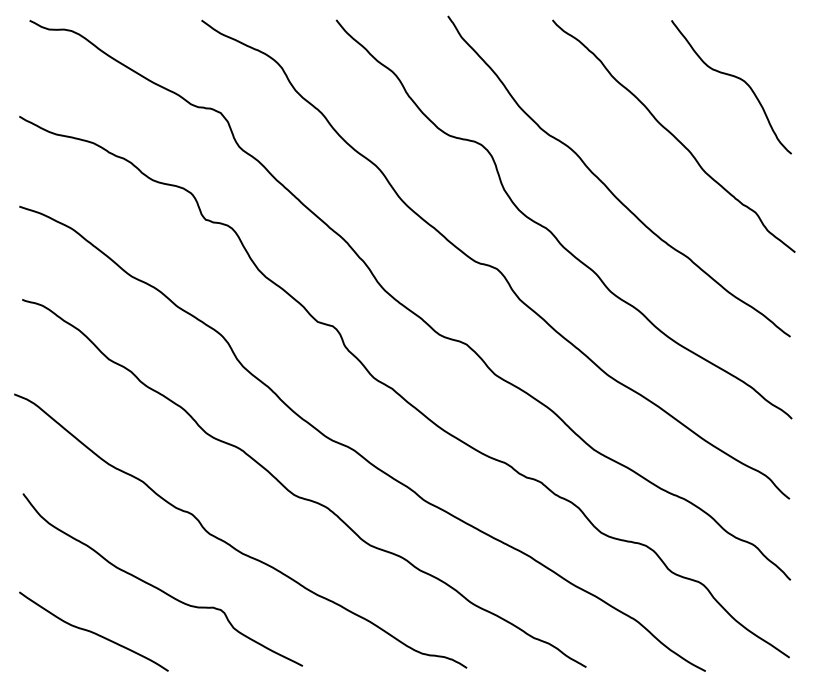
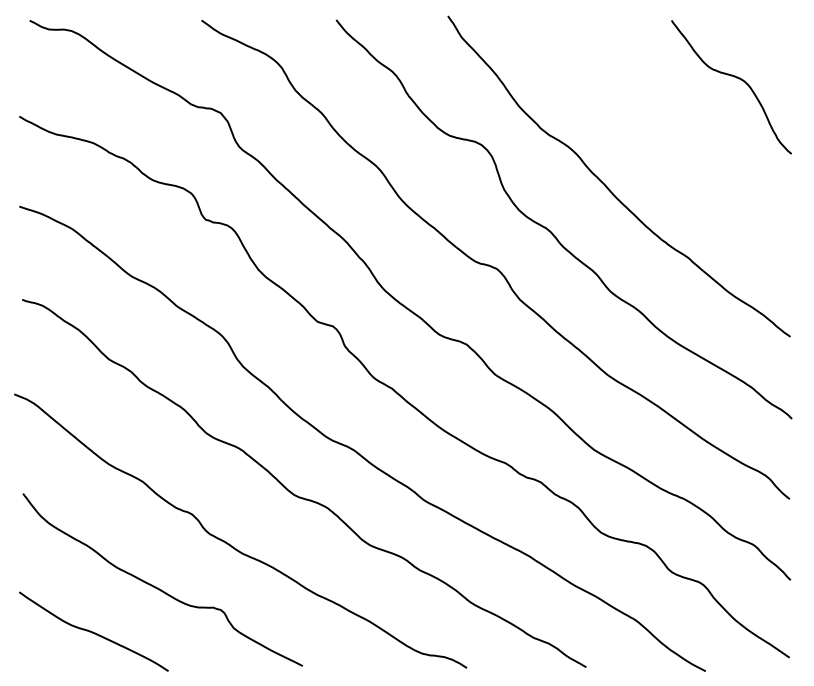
curve at (673, 135): present -> none
